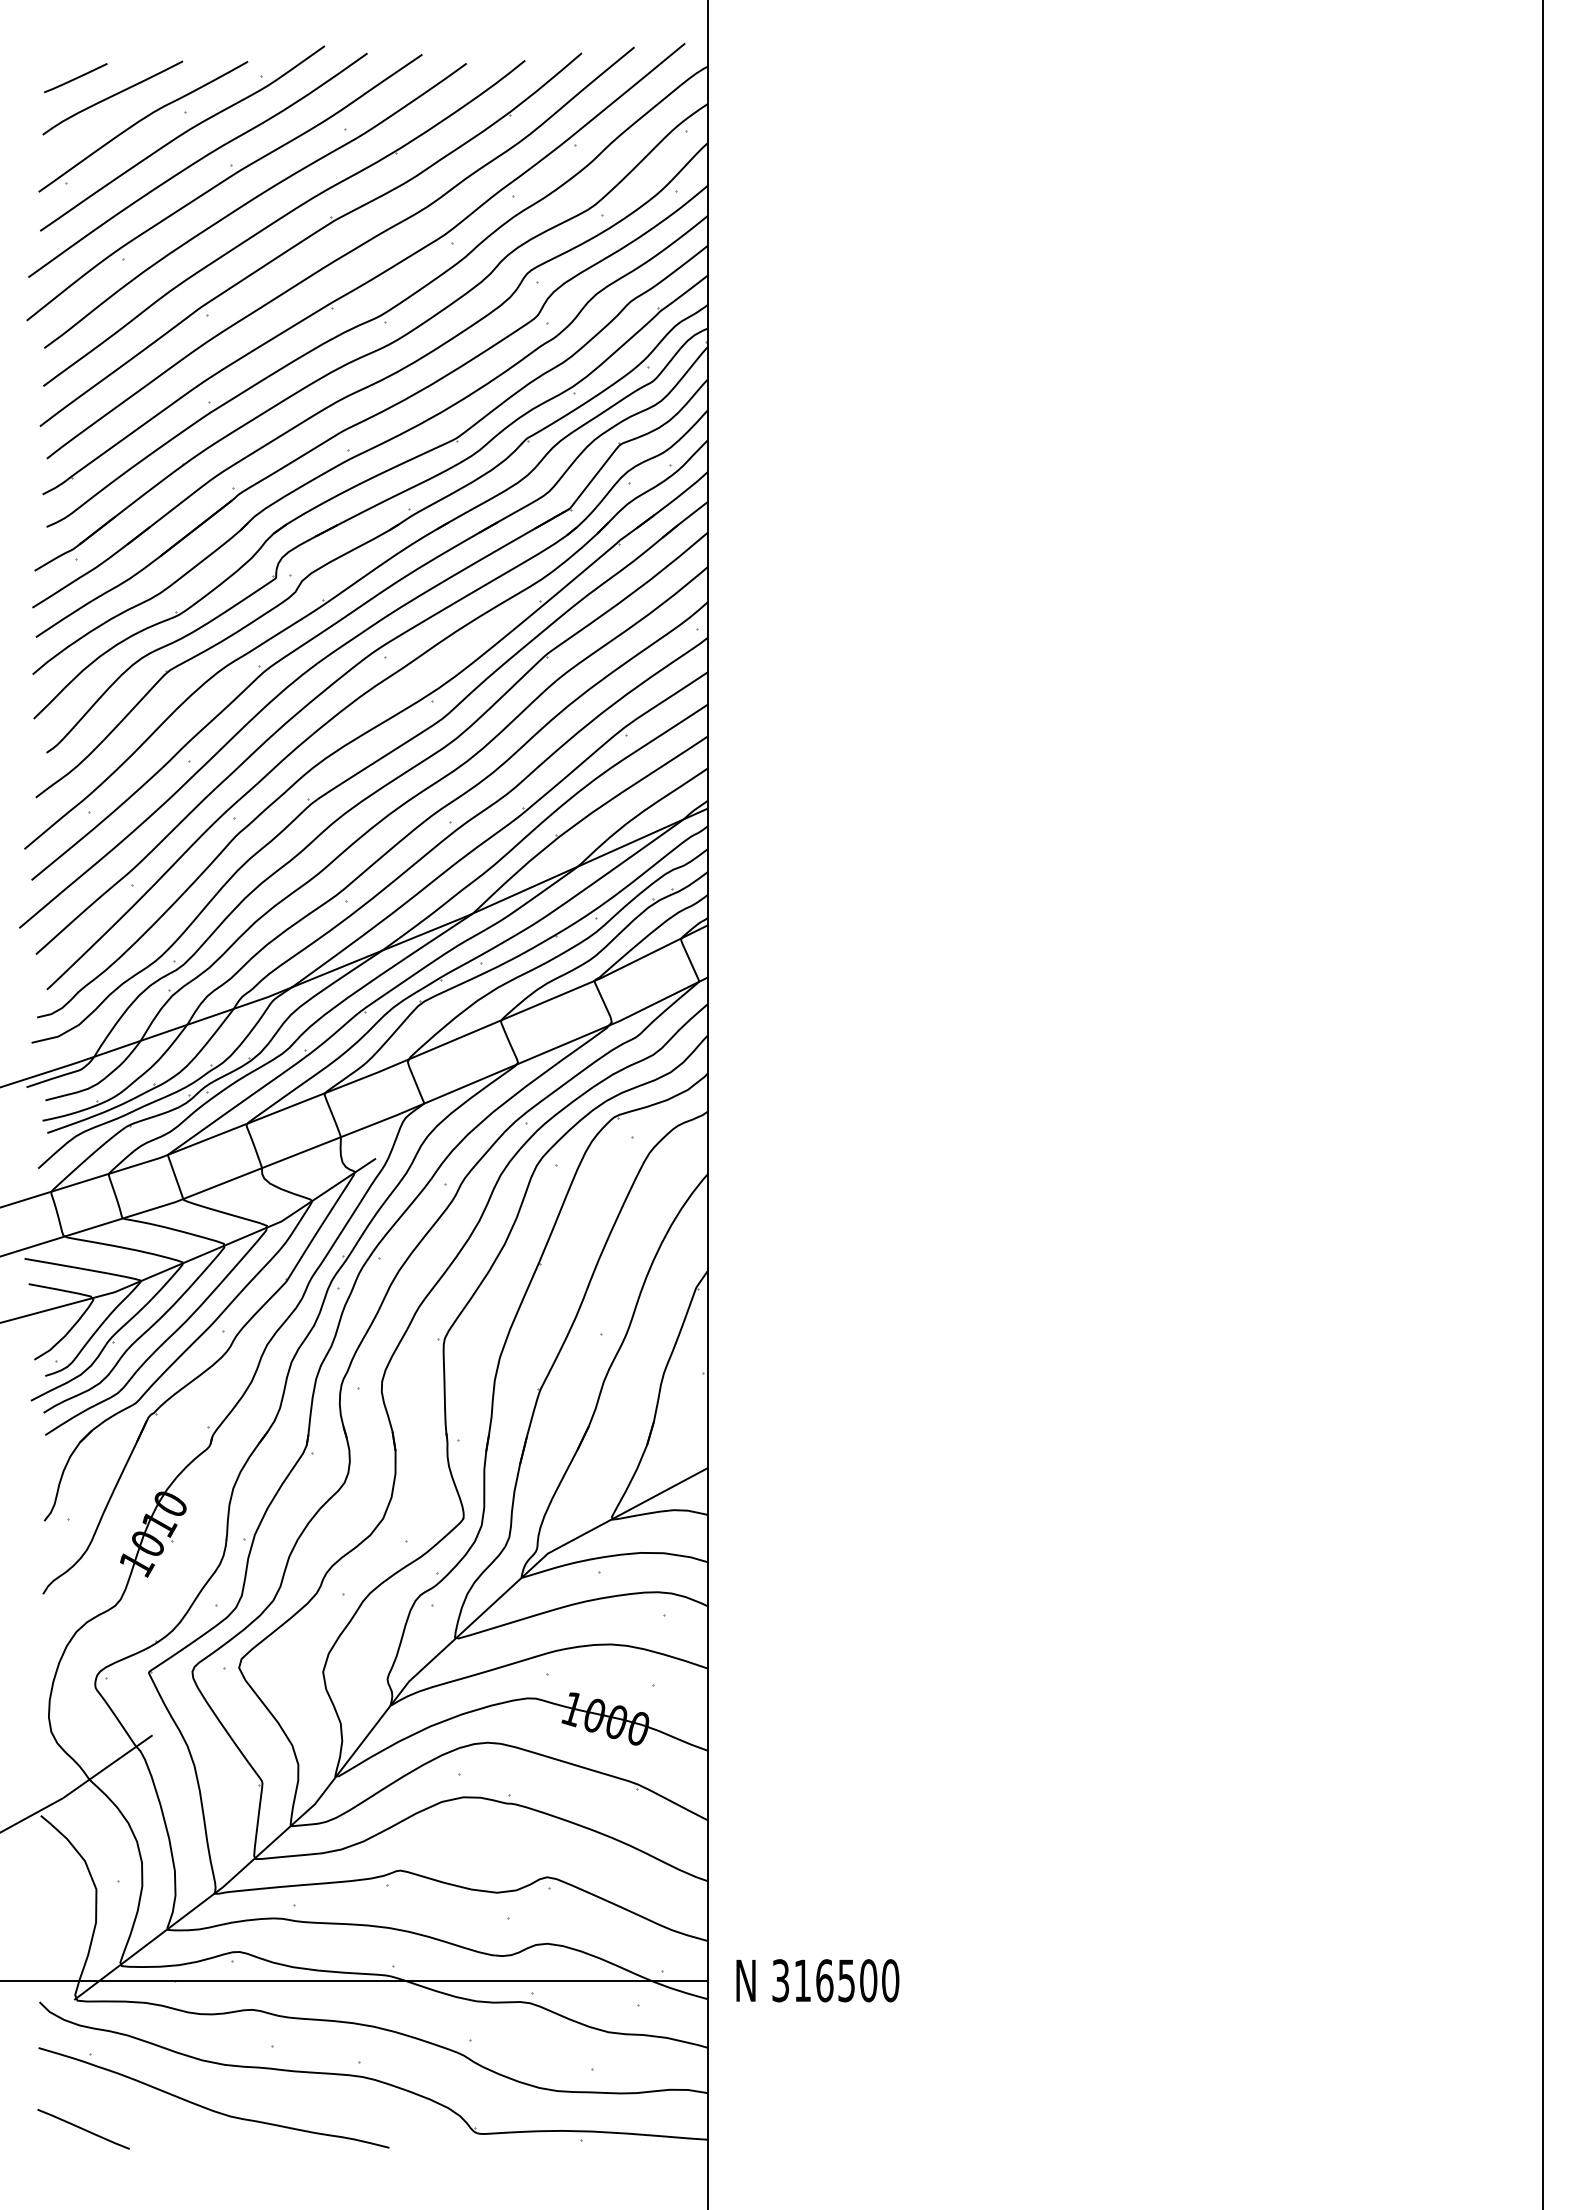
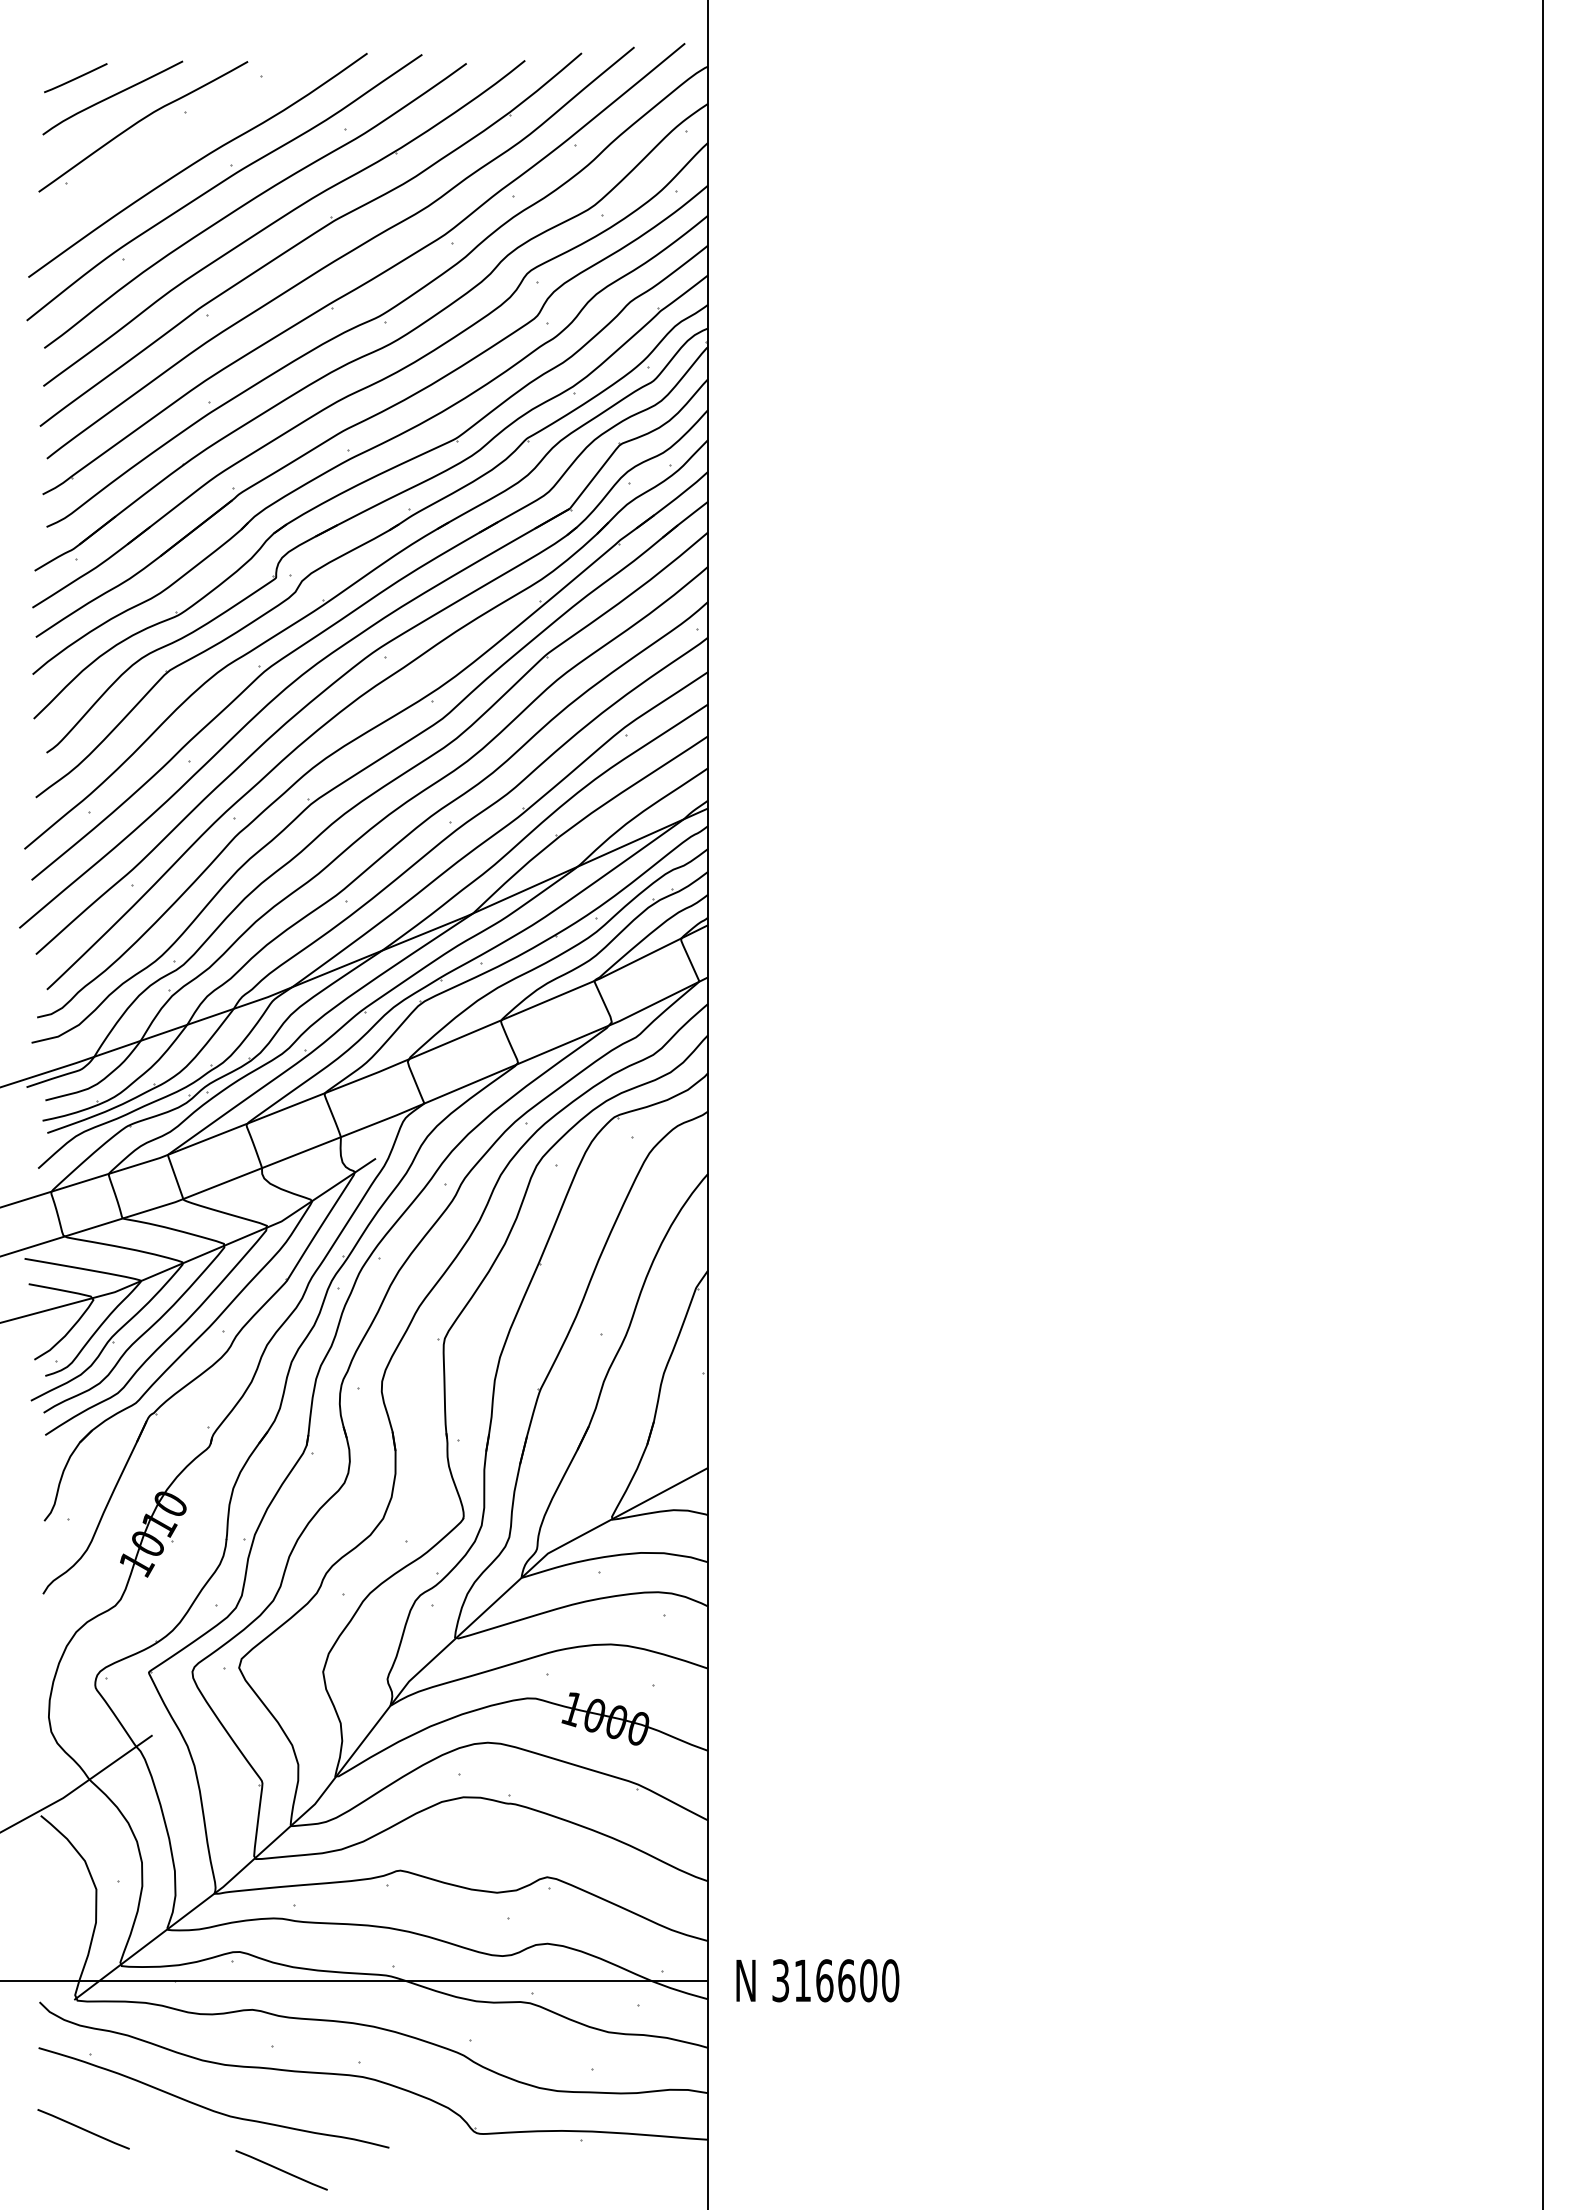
curve at (180, 136): present -> none
text at (846, 1980): 316500 -> 316600
line at (281, 2170): none -> present
